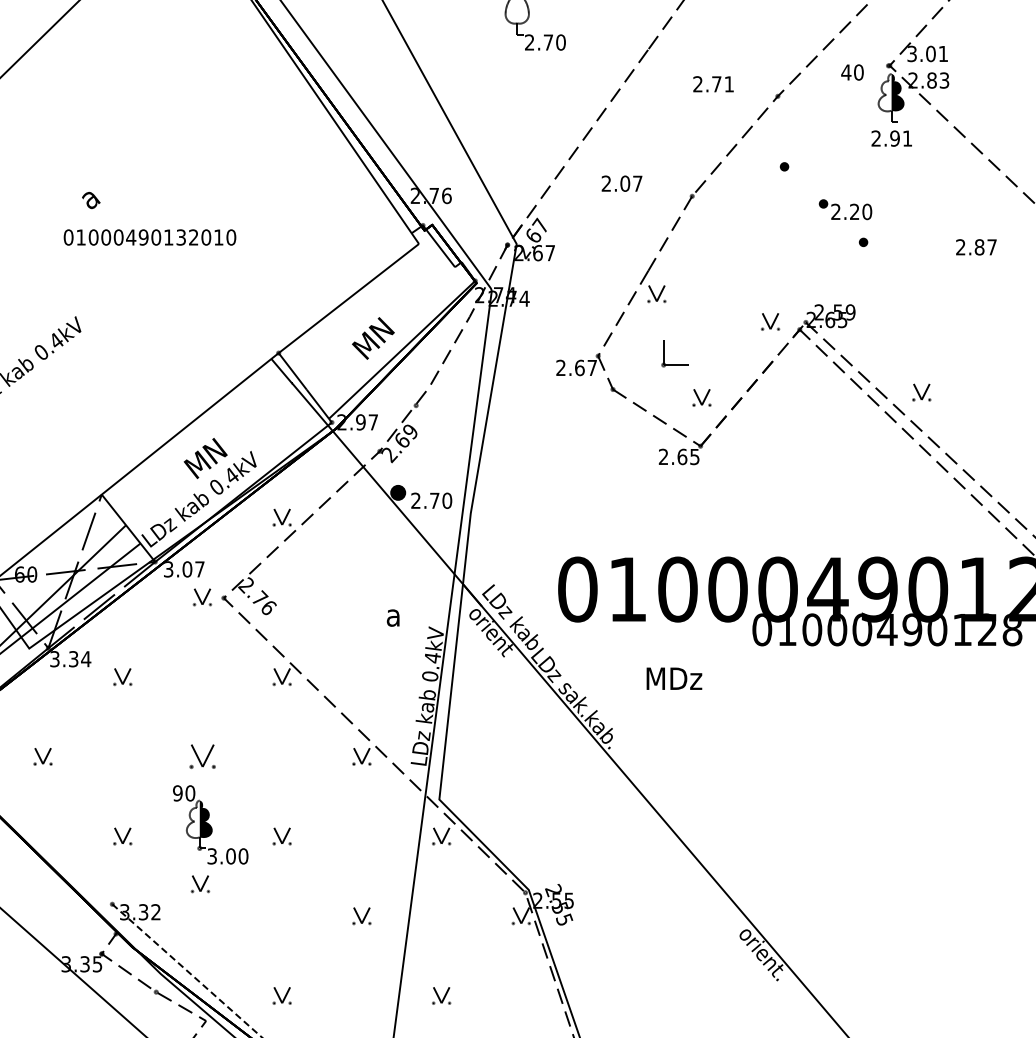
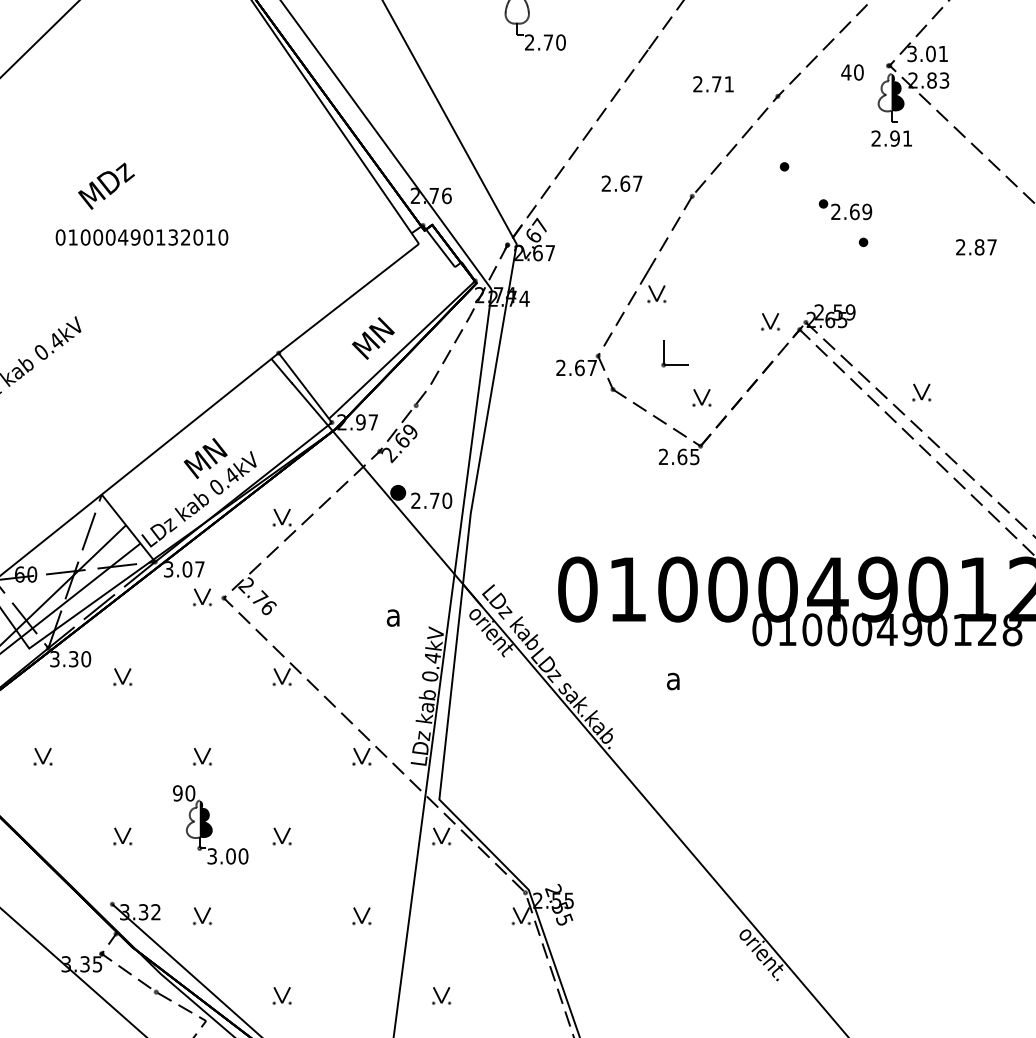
text at (625, 183): 2.07 -> 2.67
text at (106, 185): a -> MDz
text at (861, 211): 2.20 -> 2.69
text at (149, 237) position: (149, 237) -> (141, 237)
text at (86, 659): 3.34 -> 3.30
text at (674, 678): MDz -> a
part at (202, 756) size: 27x25 px -> 20x18 px
part at (200, 884) position: (200, 884) -> (202, 916)
line at (187, 971): dashed -> solid
